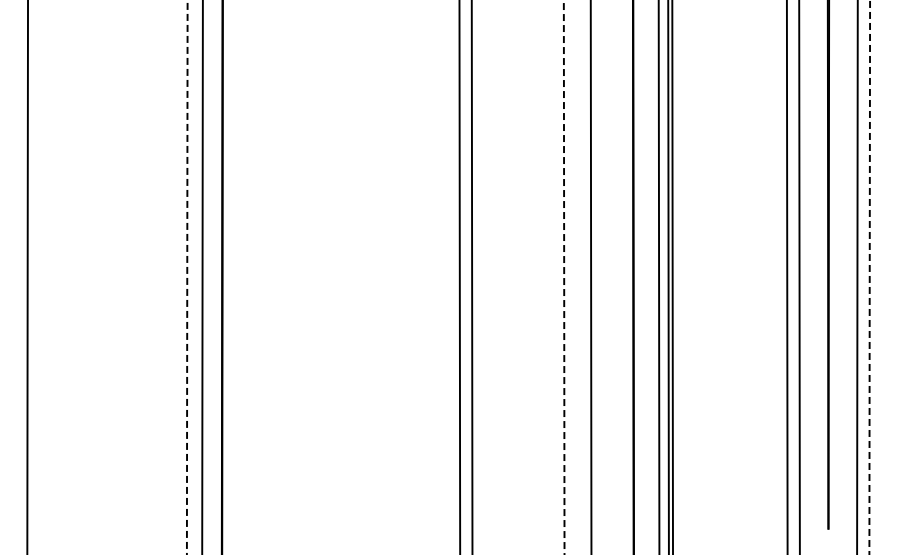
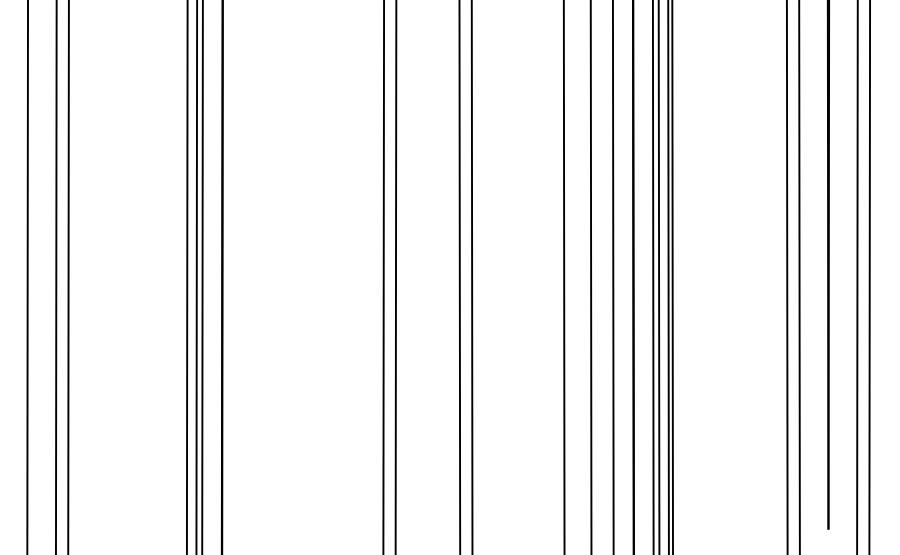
line at (55, 276): none -> present
line at (68, 276): none -> present
line at (187, 276): dashed -> solid
line at (196, 276): none -> present
line at (383, 276): none -> present
line at (395, 276): none -> present
line at (612, 276): none -> present
line at (652, 276): none -> present
line at (564, 277): dashed -> solid
line at (869, 277): dashed -> solid
